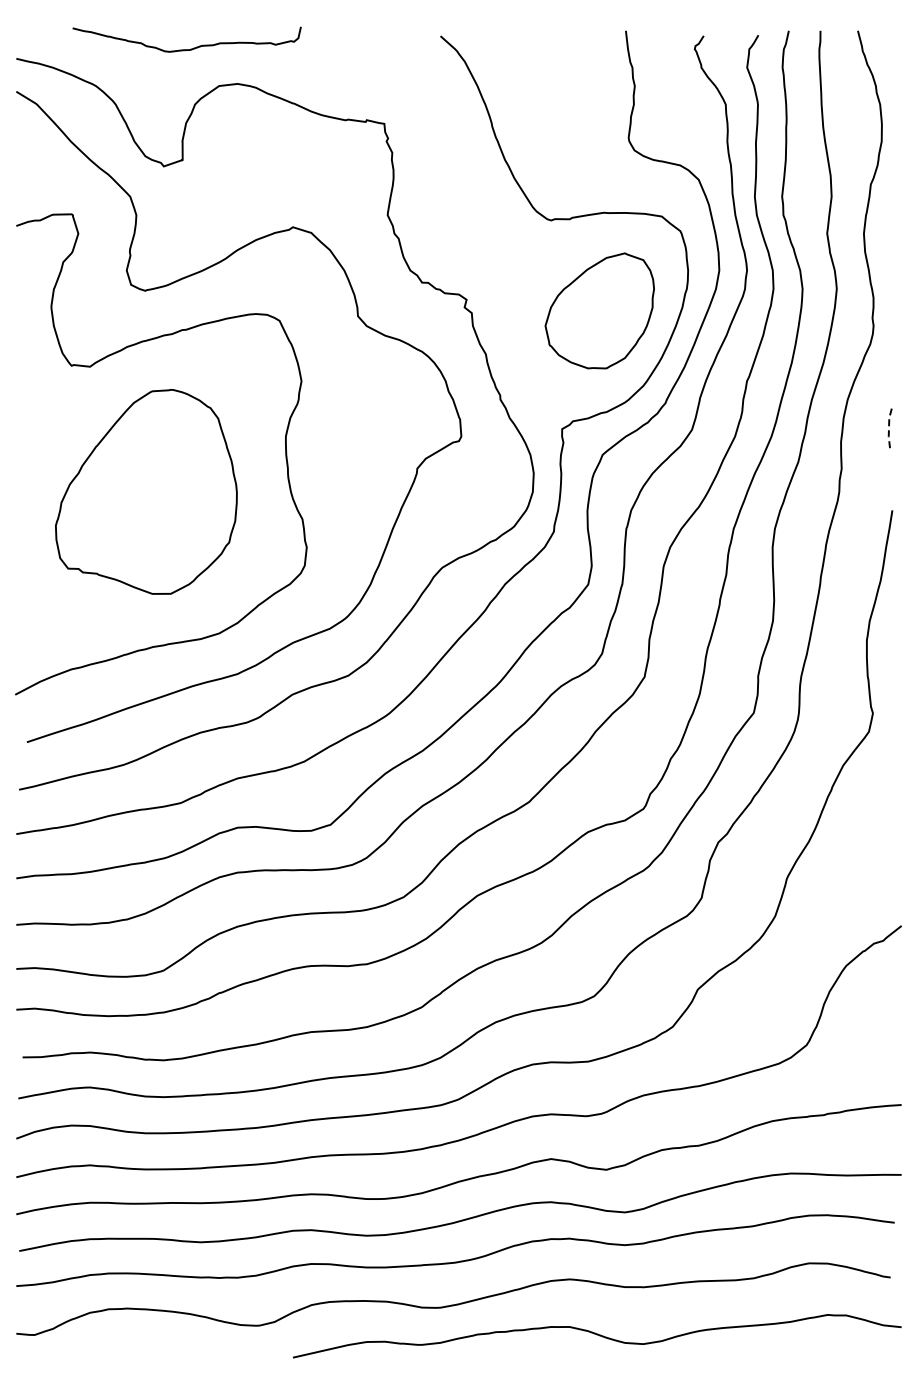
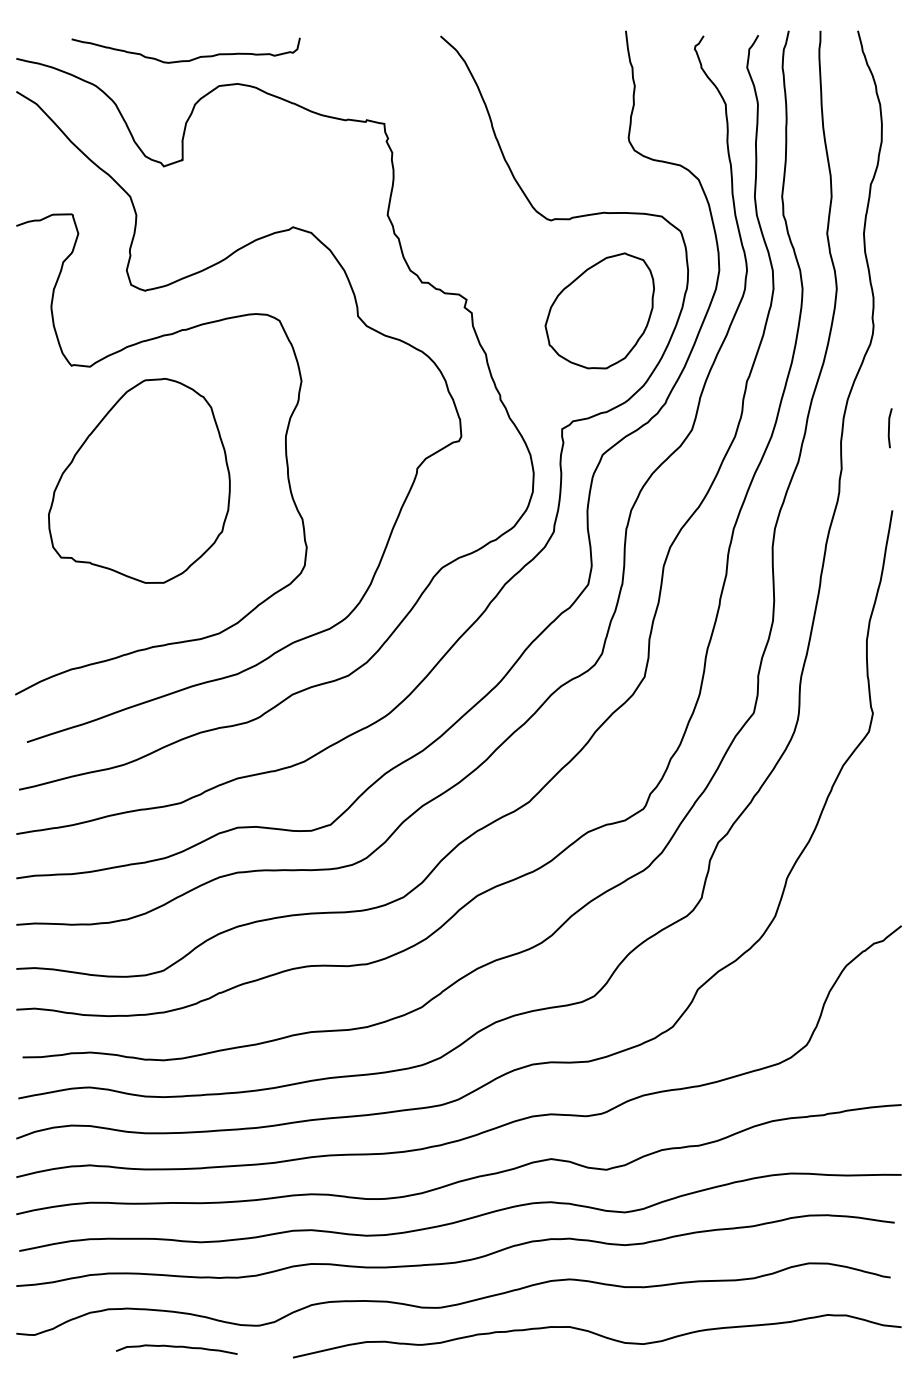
curve at (190, 48) position: (190, 48) -> (189, 59)
line at (889, 427): dashed -> solid
part at (146, 491) position: (146, 491) -> (139, 480)
curve at (176, 1347): none -> present
